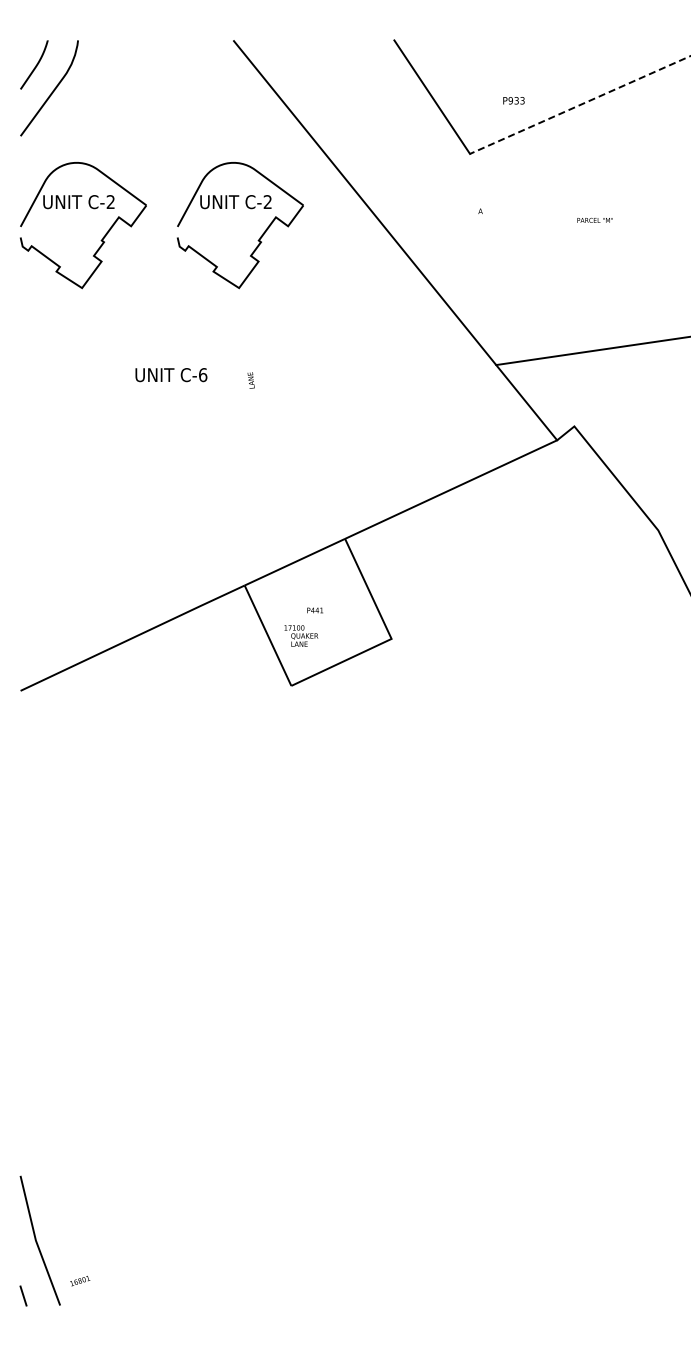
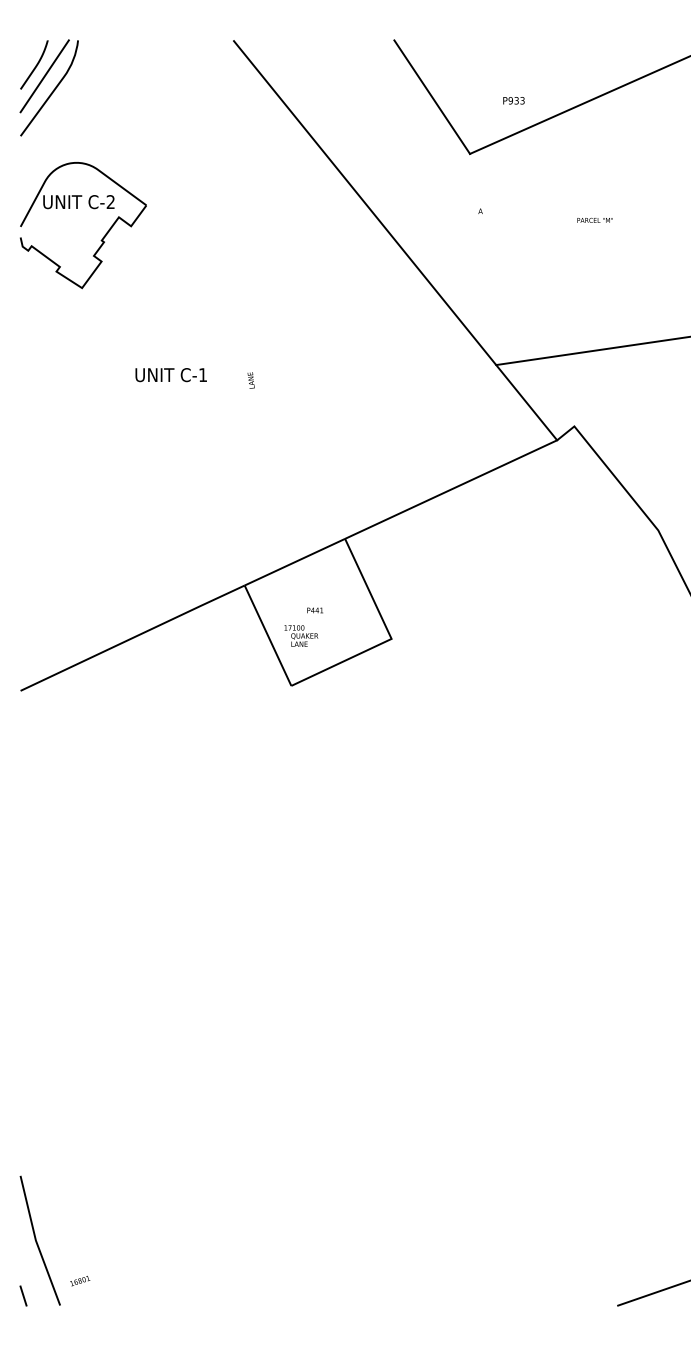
line at (44, 76): none -> present
line at (579, 105): dashed -> solid
part at (234, 208): present -> none
text at (203, 375): C-6 -> C-1
line at (652, 1293): none -> present
